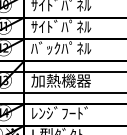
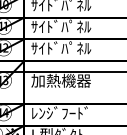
text at (45, 47): ﾊﾞｯｸﾊﾟﾈﾙ -> ｻｲﾄﾞﾊﾟﾈﾙ
line at (62, 93): present -> none
